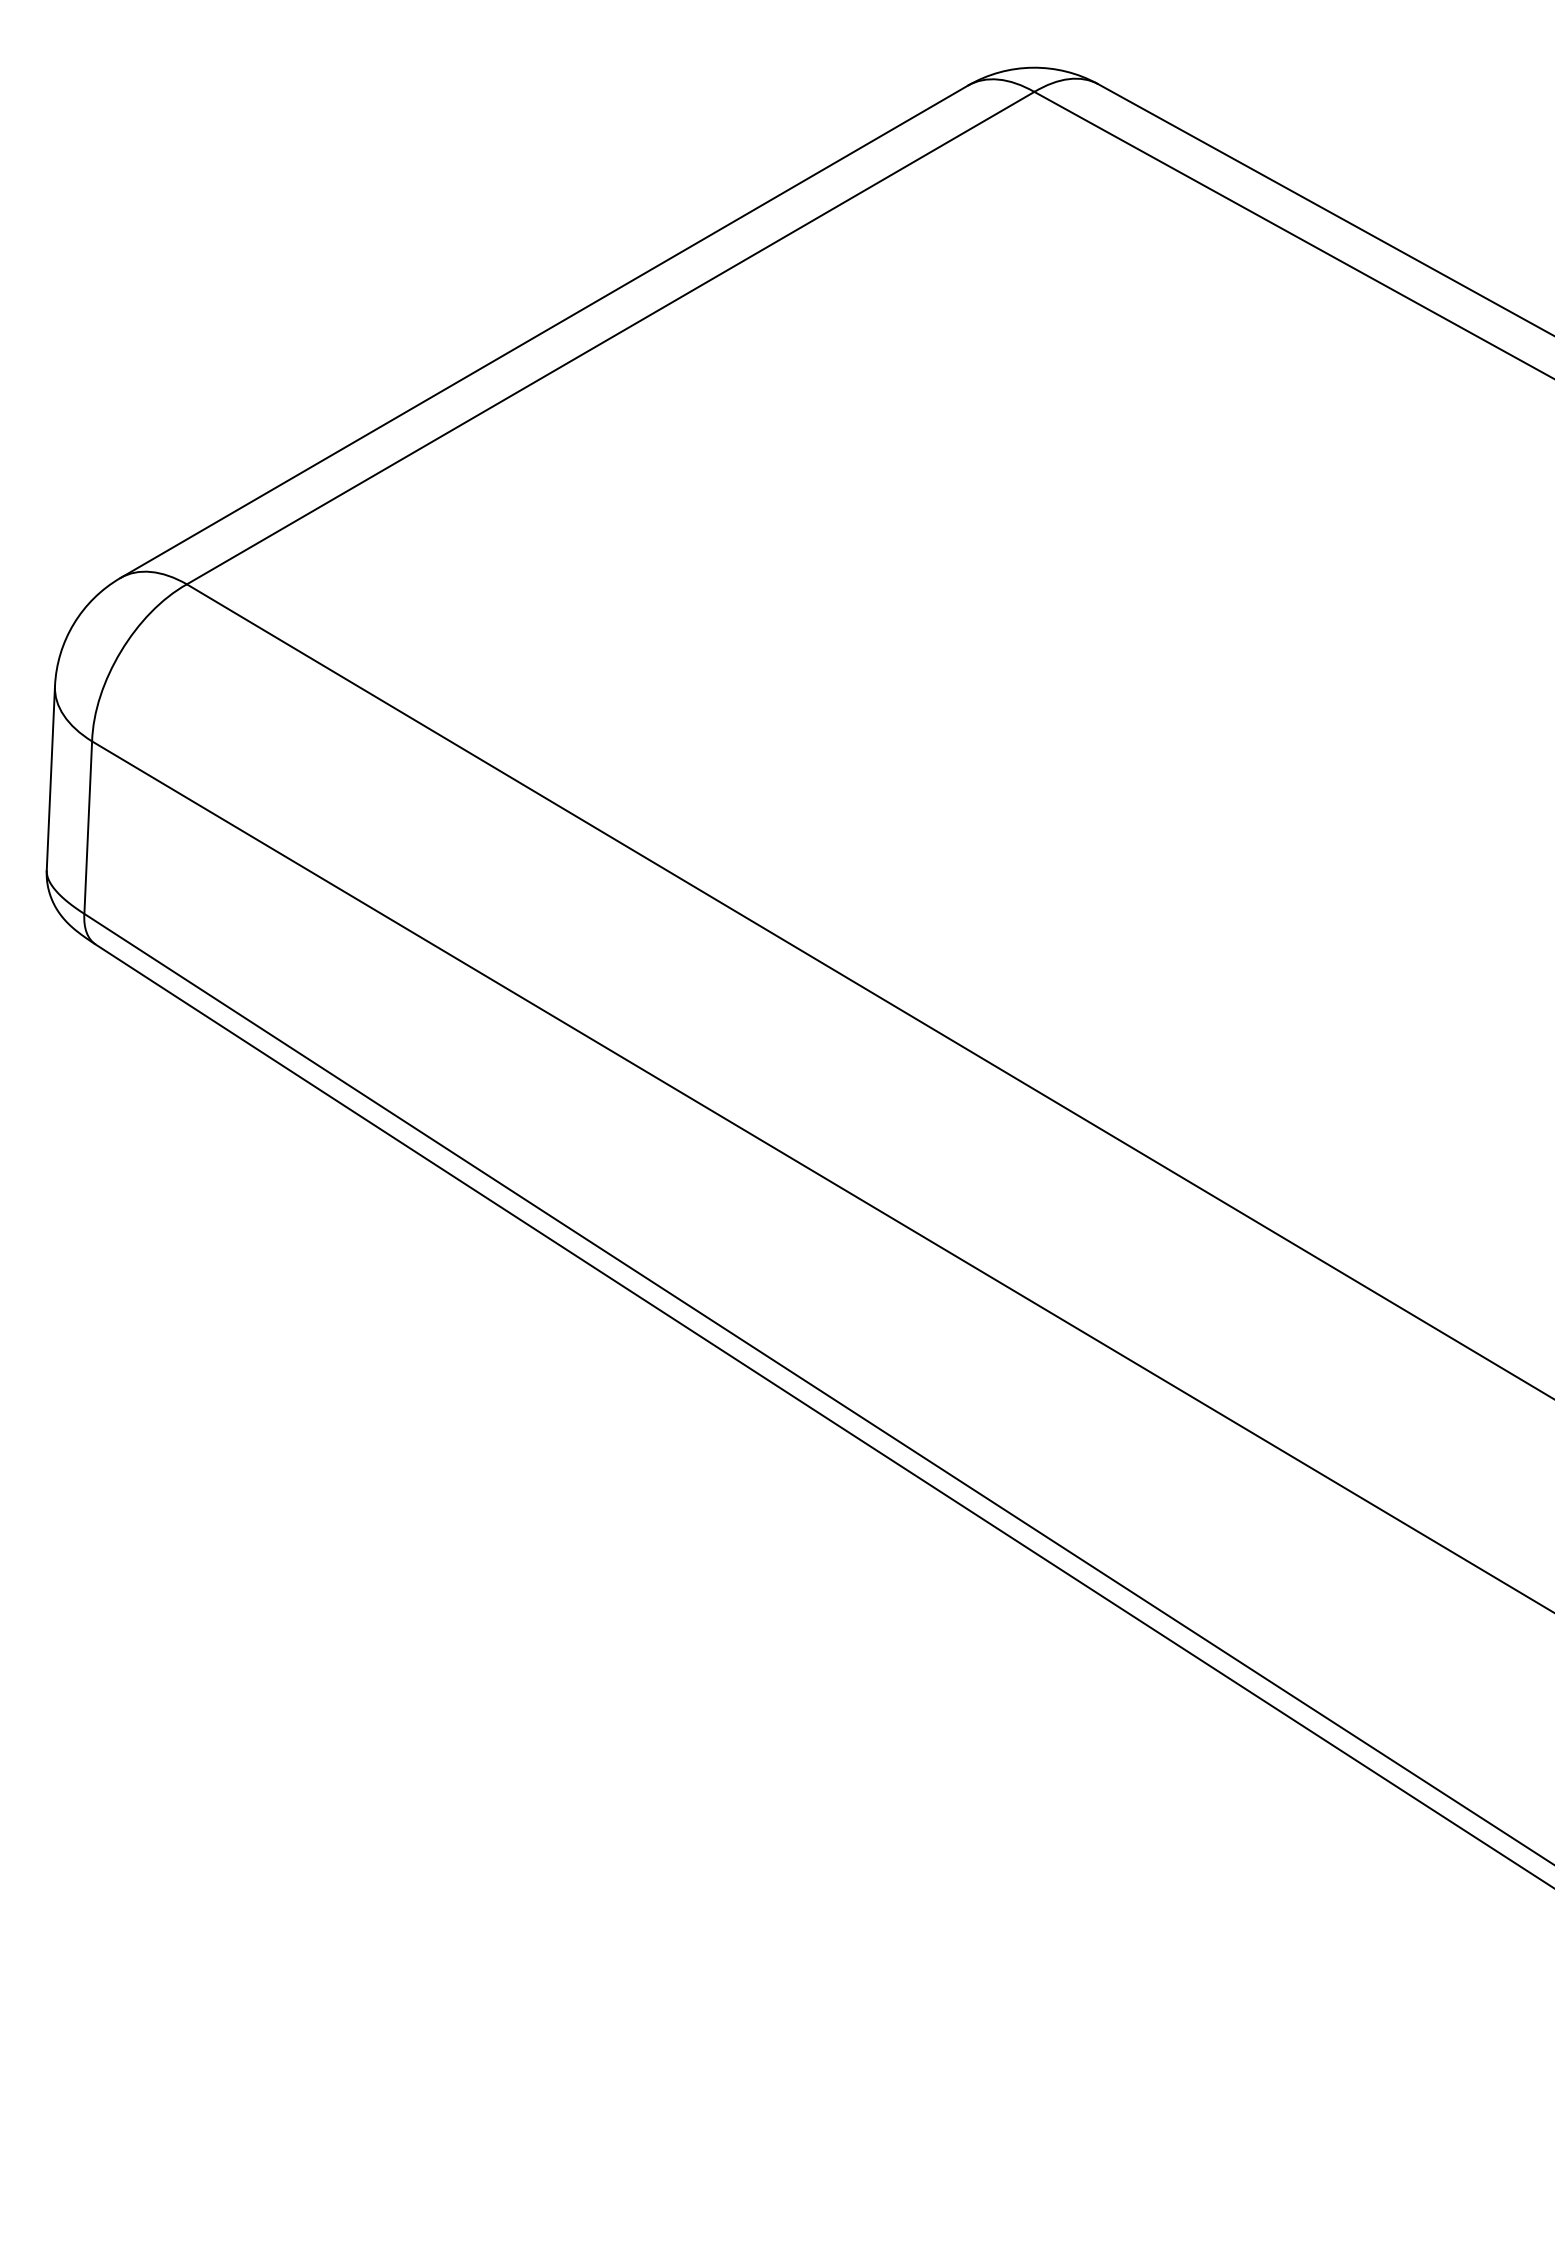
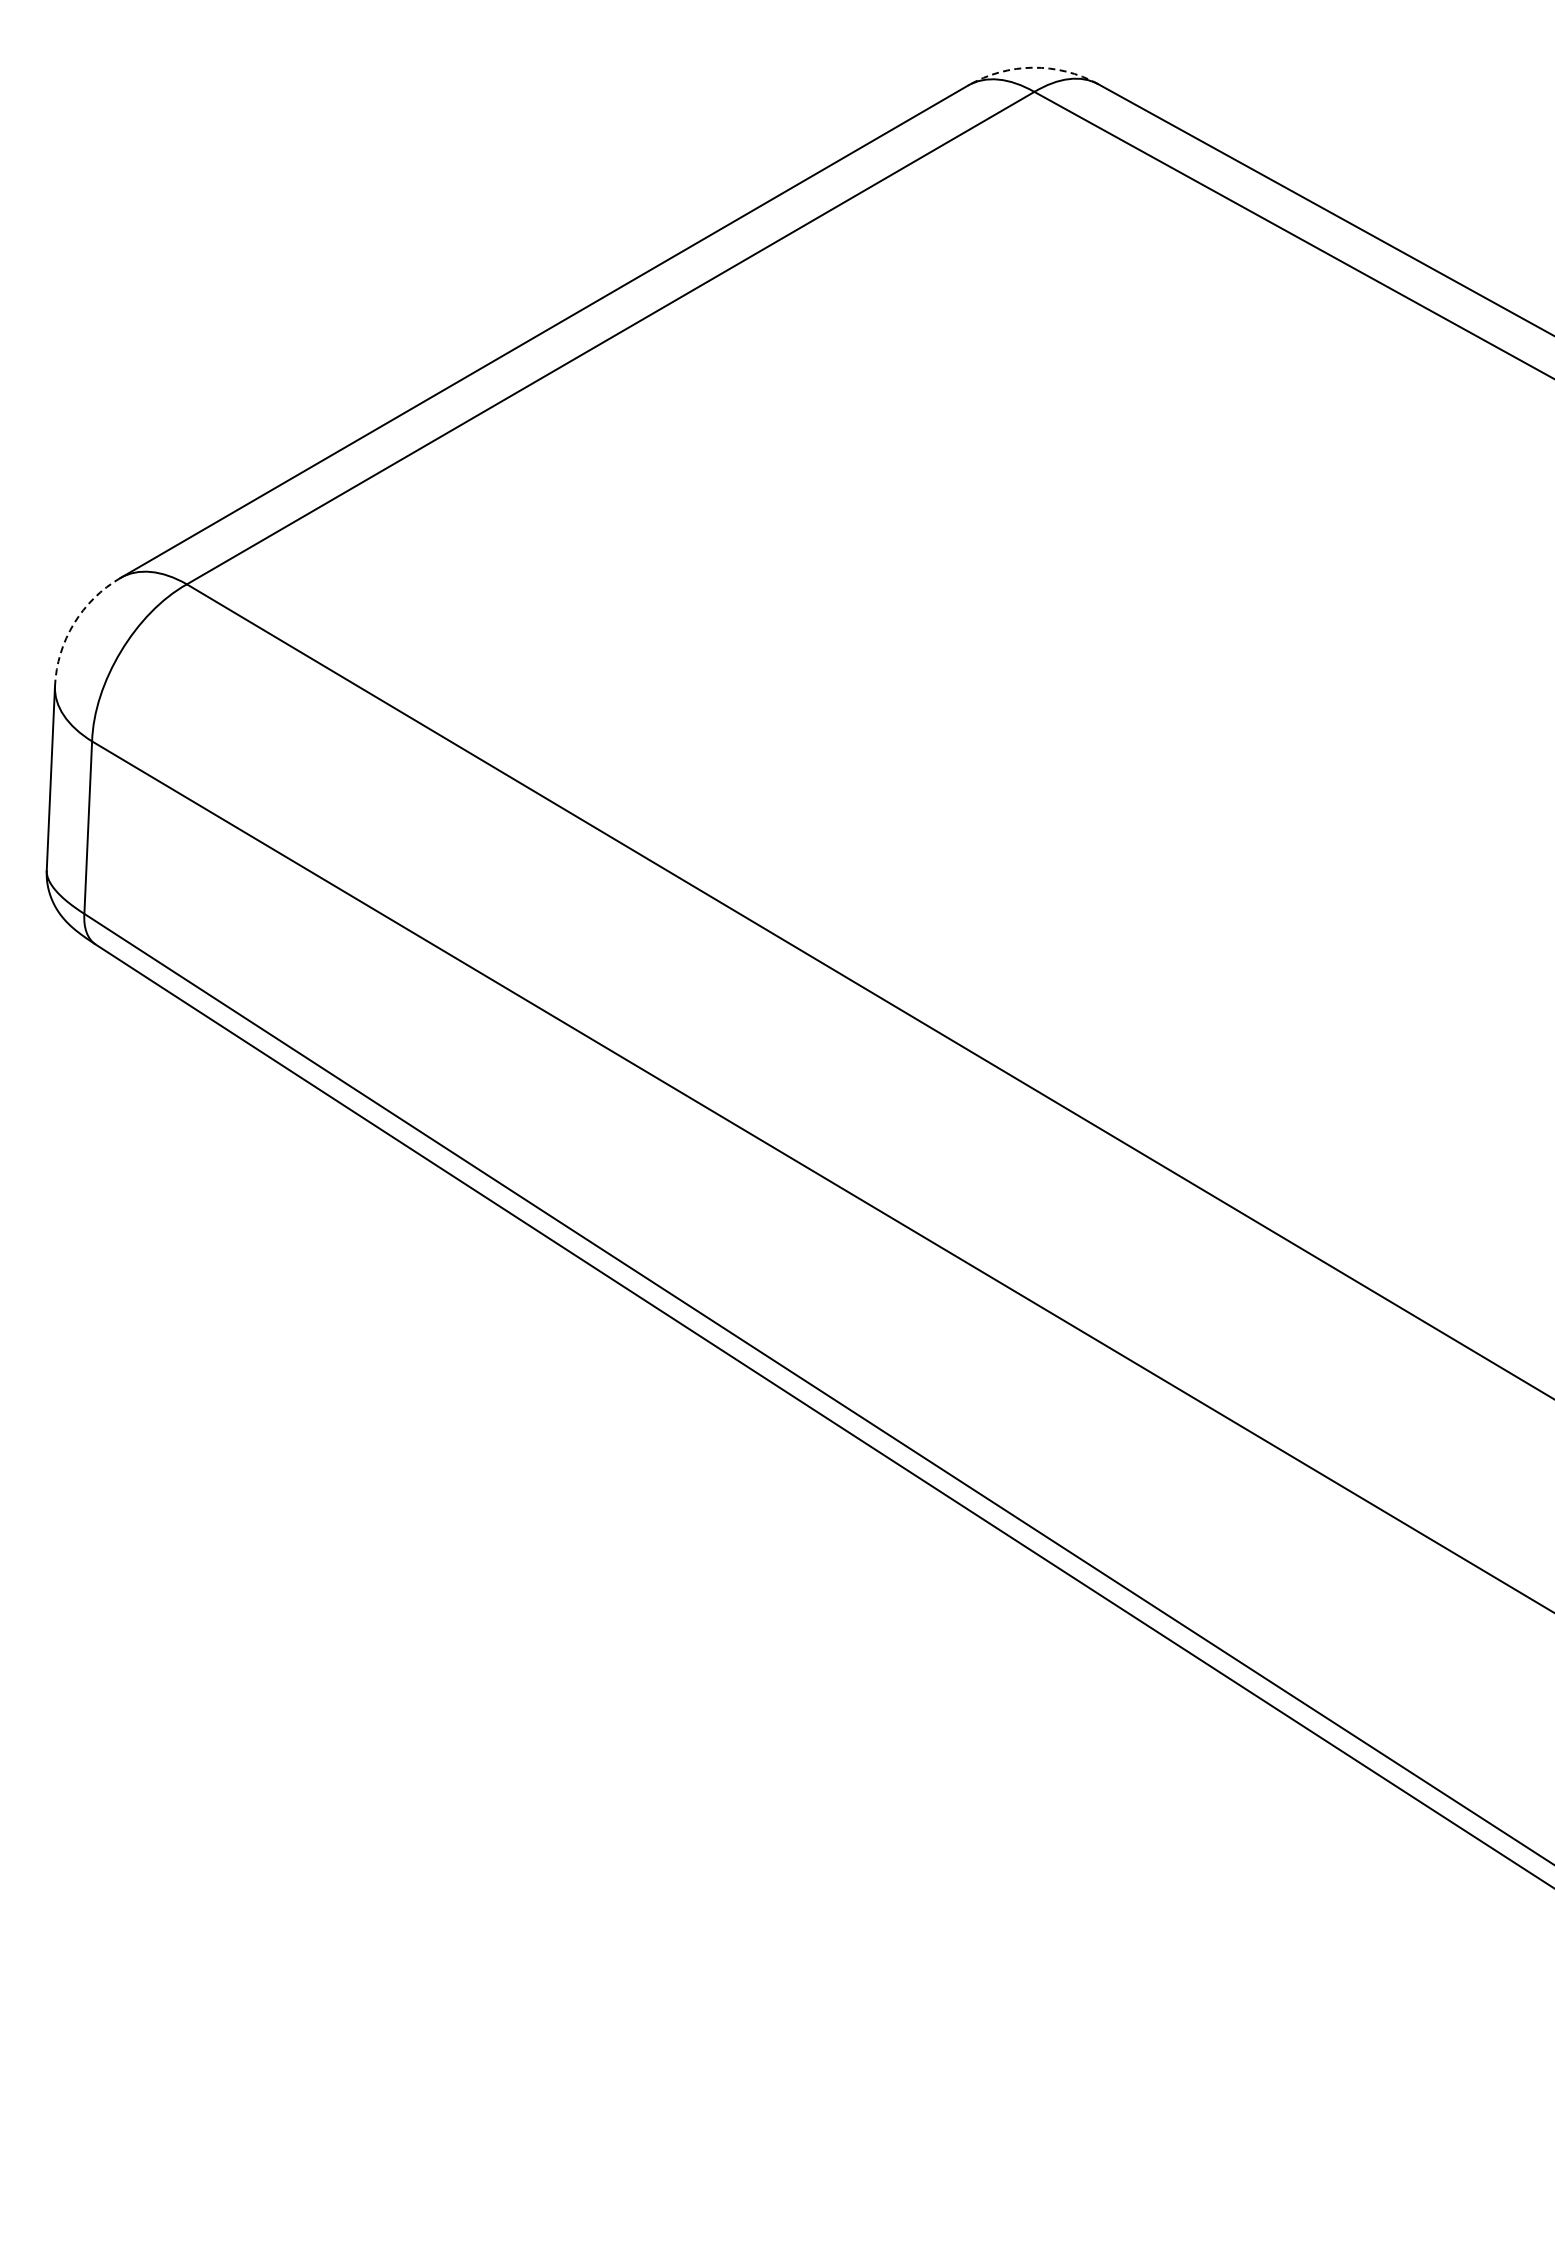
arc at (1032, 67): solid -> dashed
arc at (73, 623): solid -> dashed
